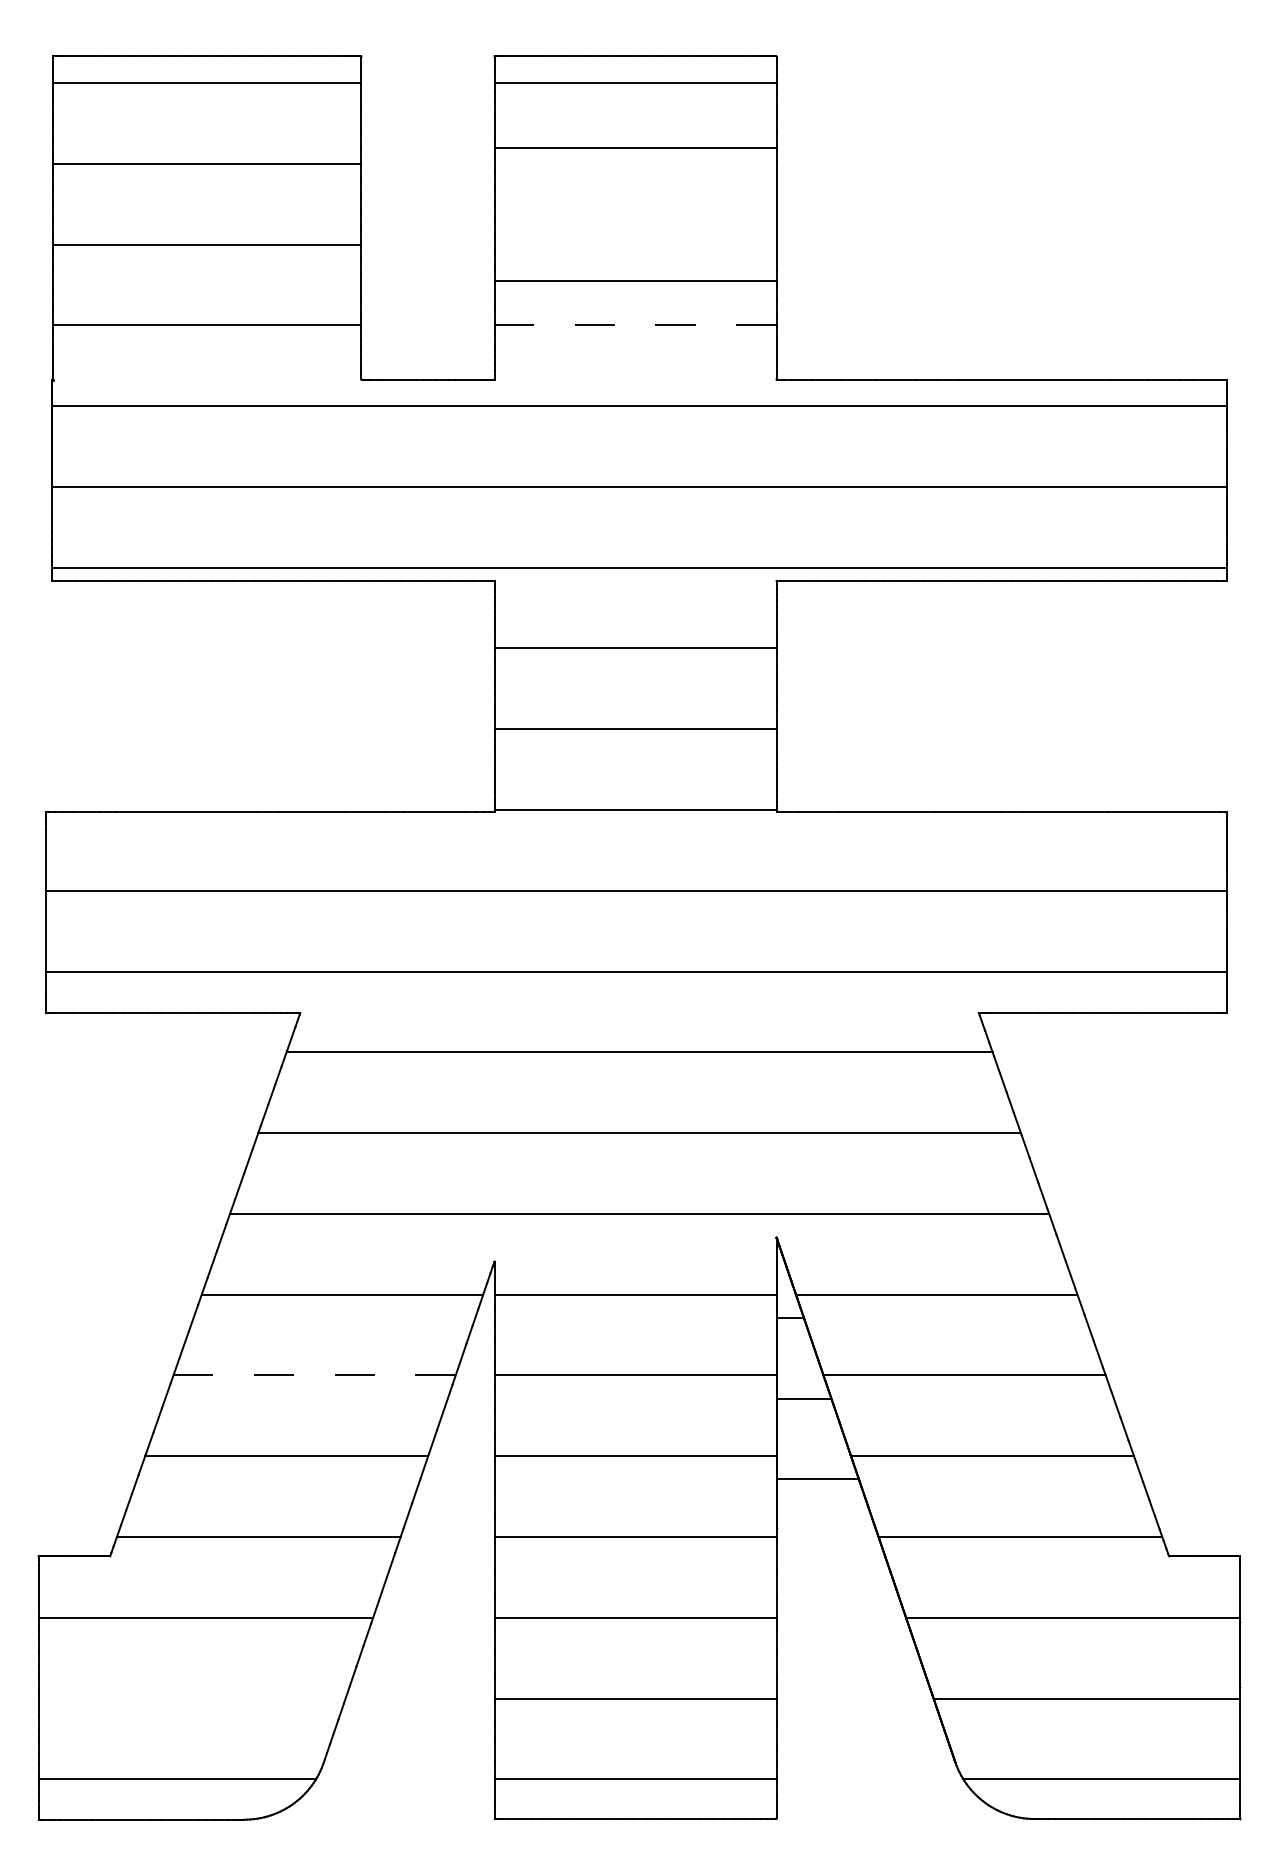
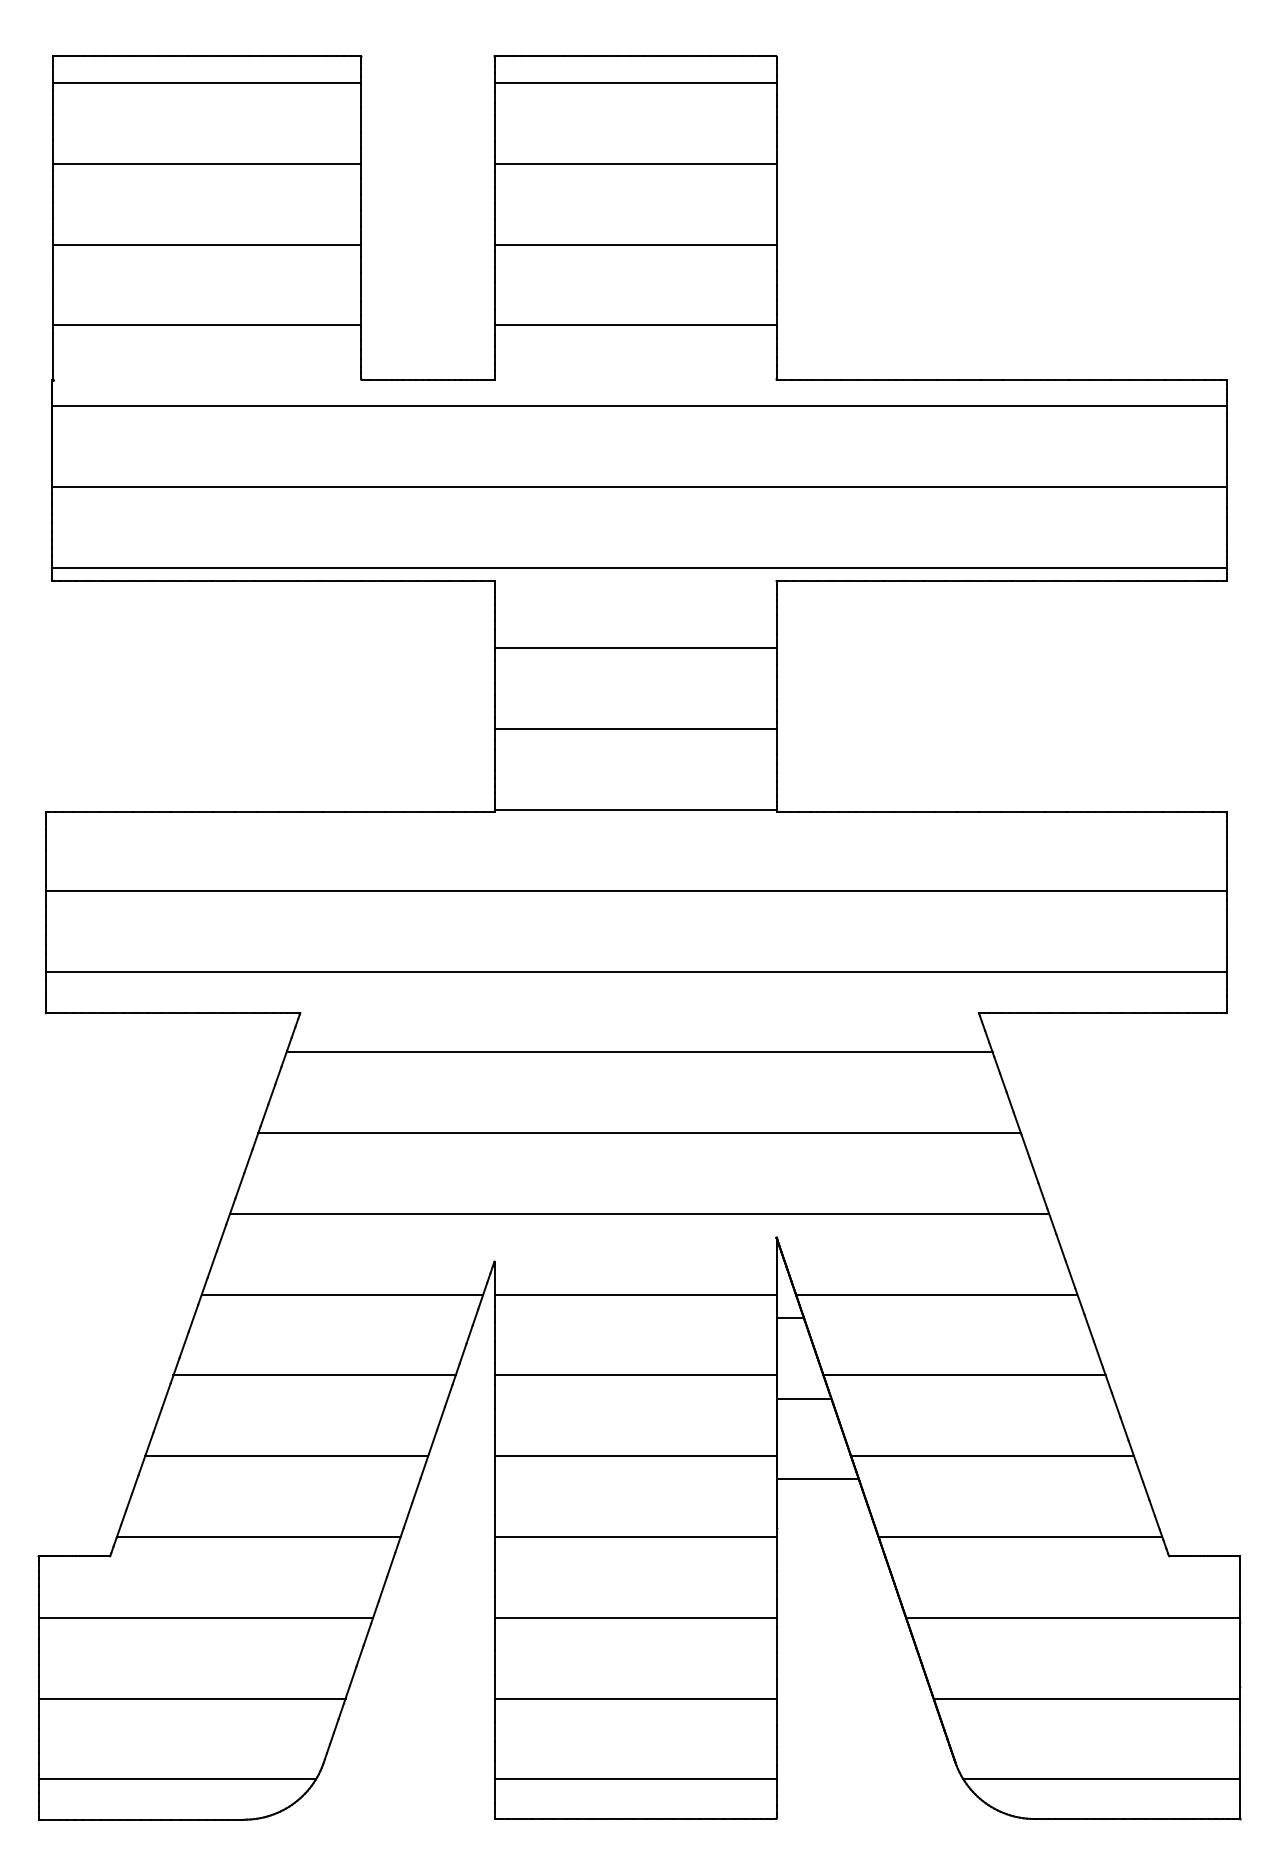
line at (635, 147) position: (635, 147) -> (635, 163)
line at (635, 280) position: (635, 280) -> (635, 244)
line at (635, 325): dashed -> solid
line at (314, 1375): dashed -> solid
line at (191, 1698): none -> present
